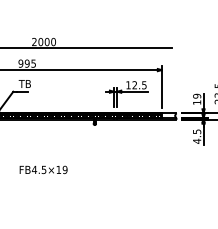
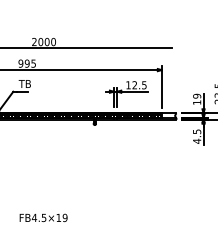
text at (43, 169) position: (43, 169) -> (43, 217)
